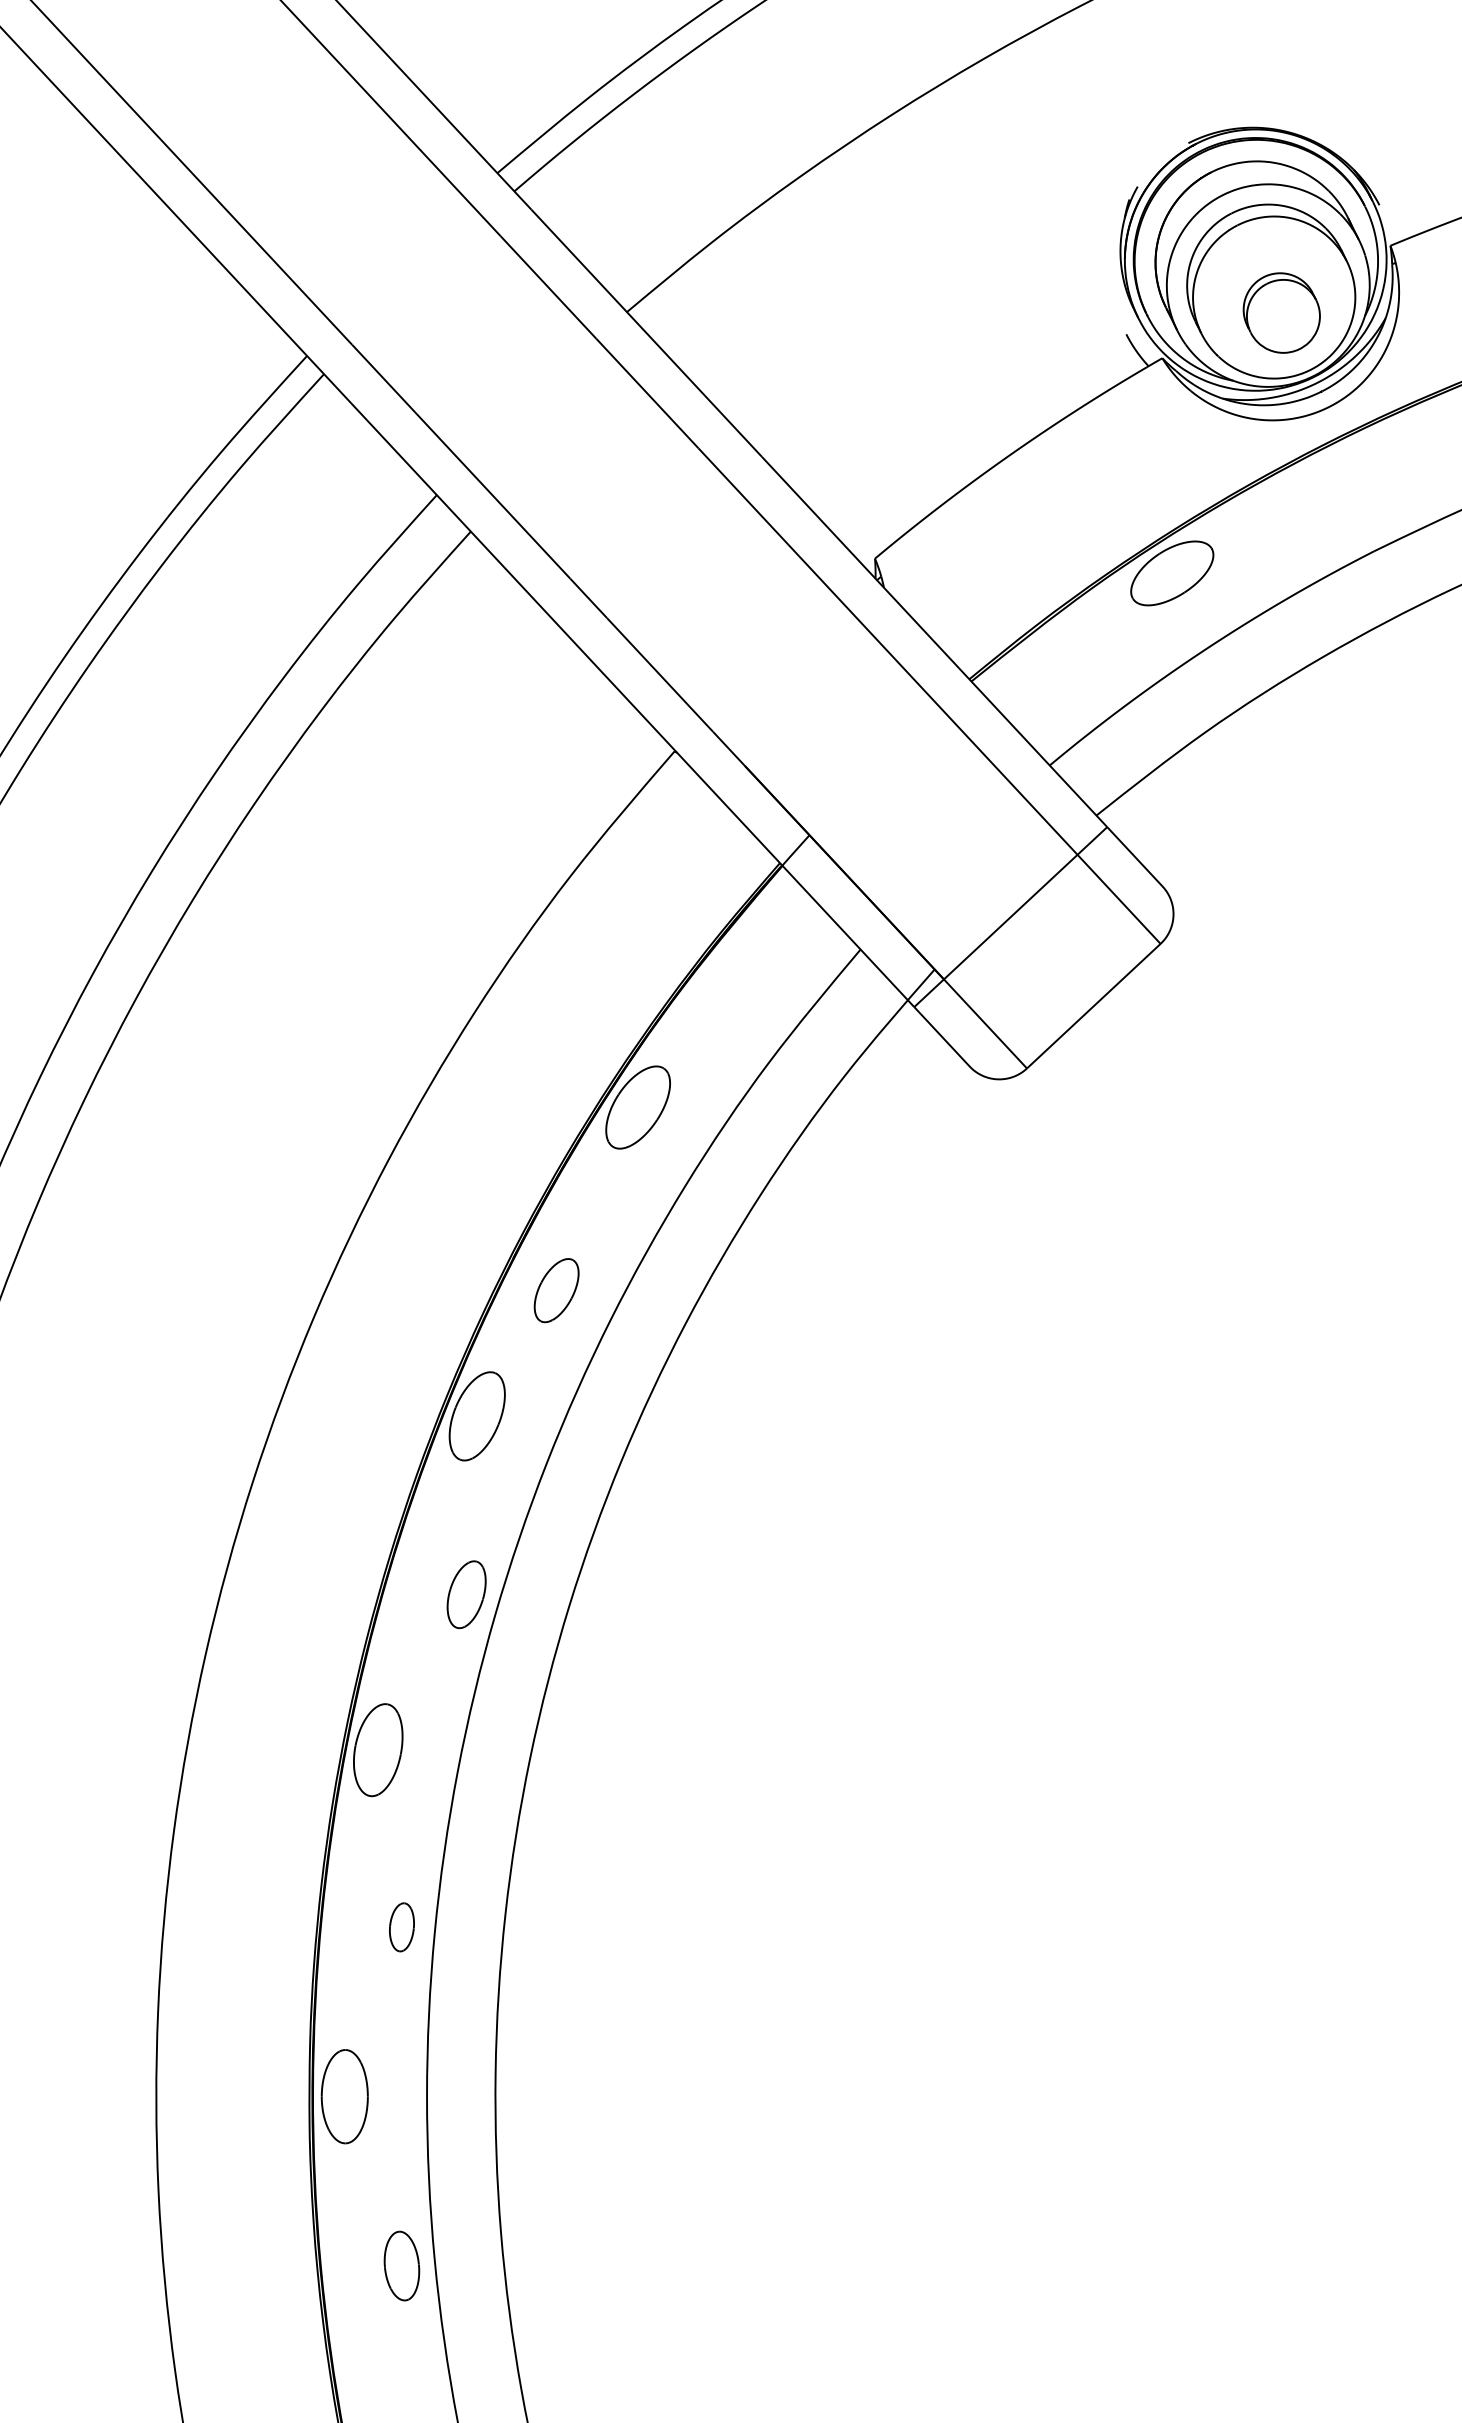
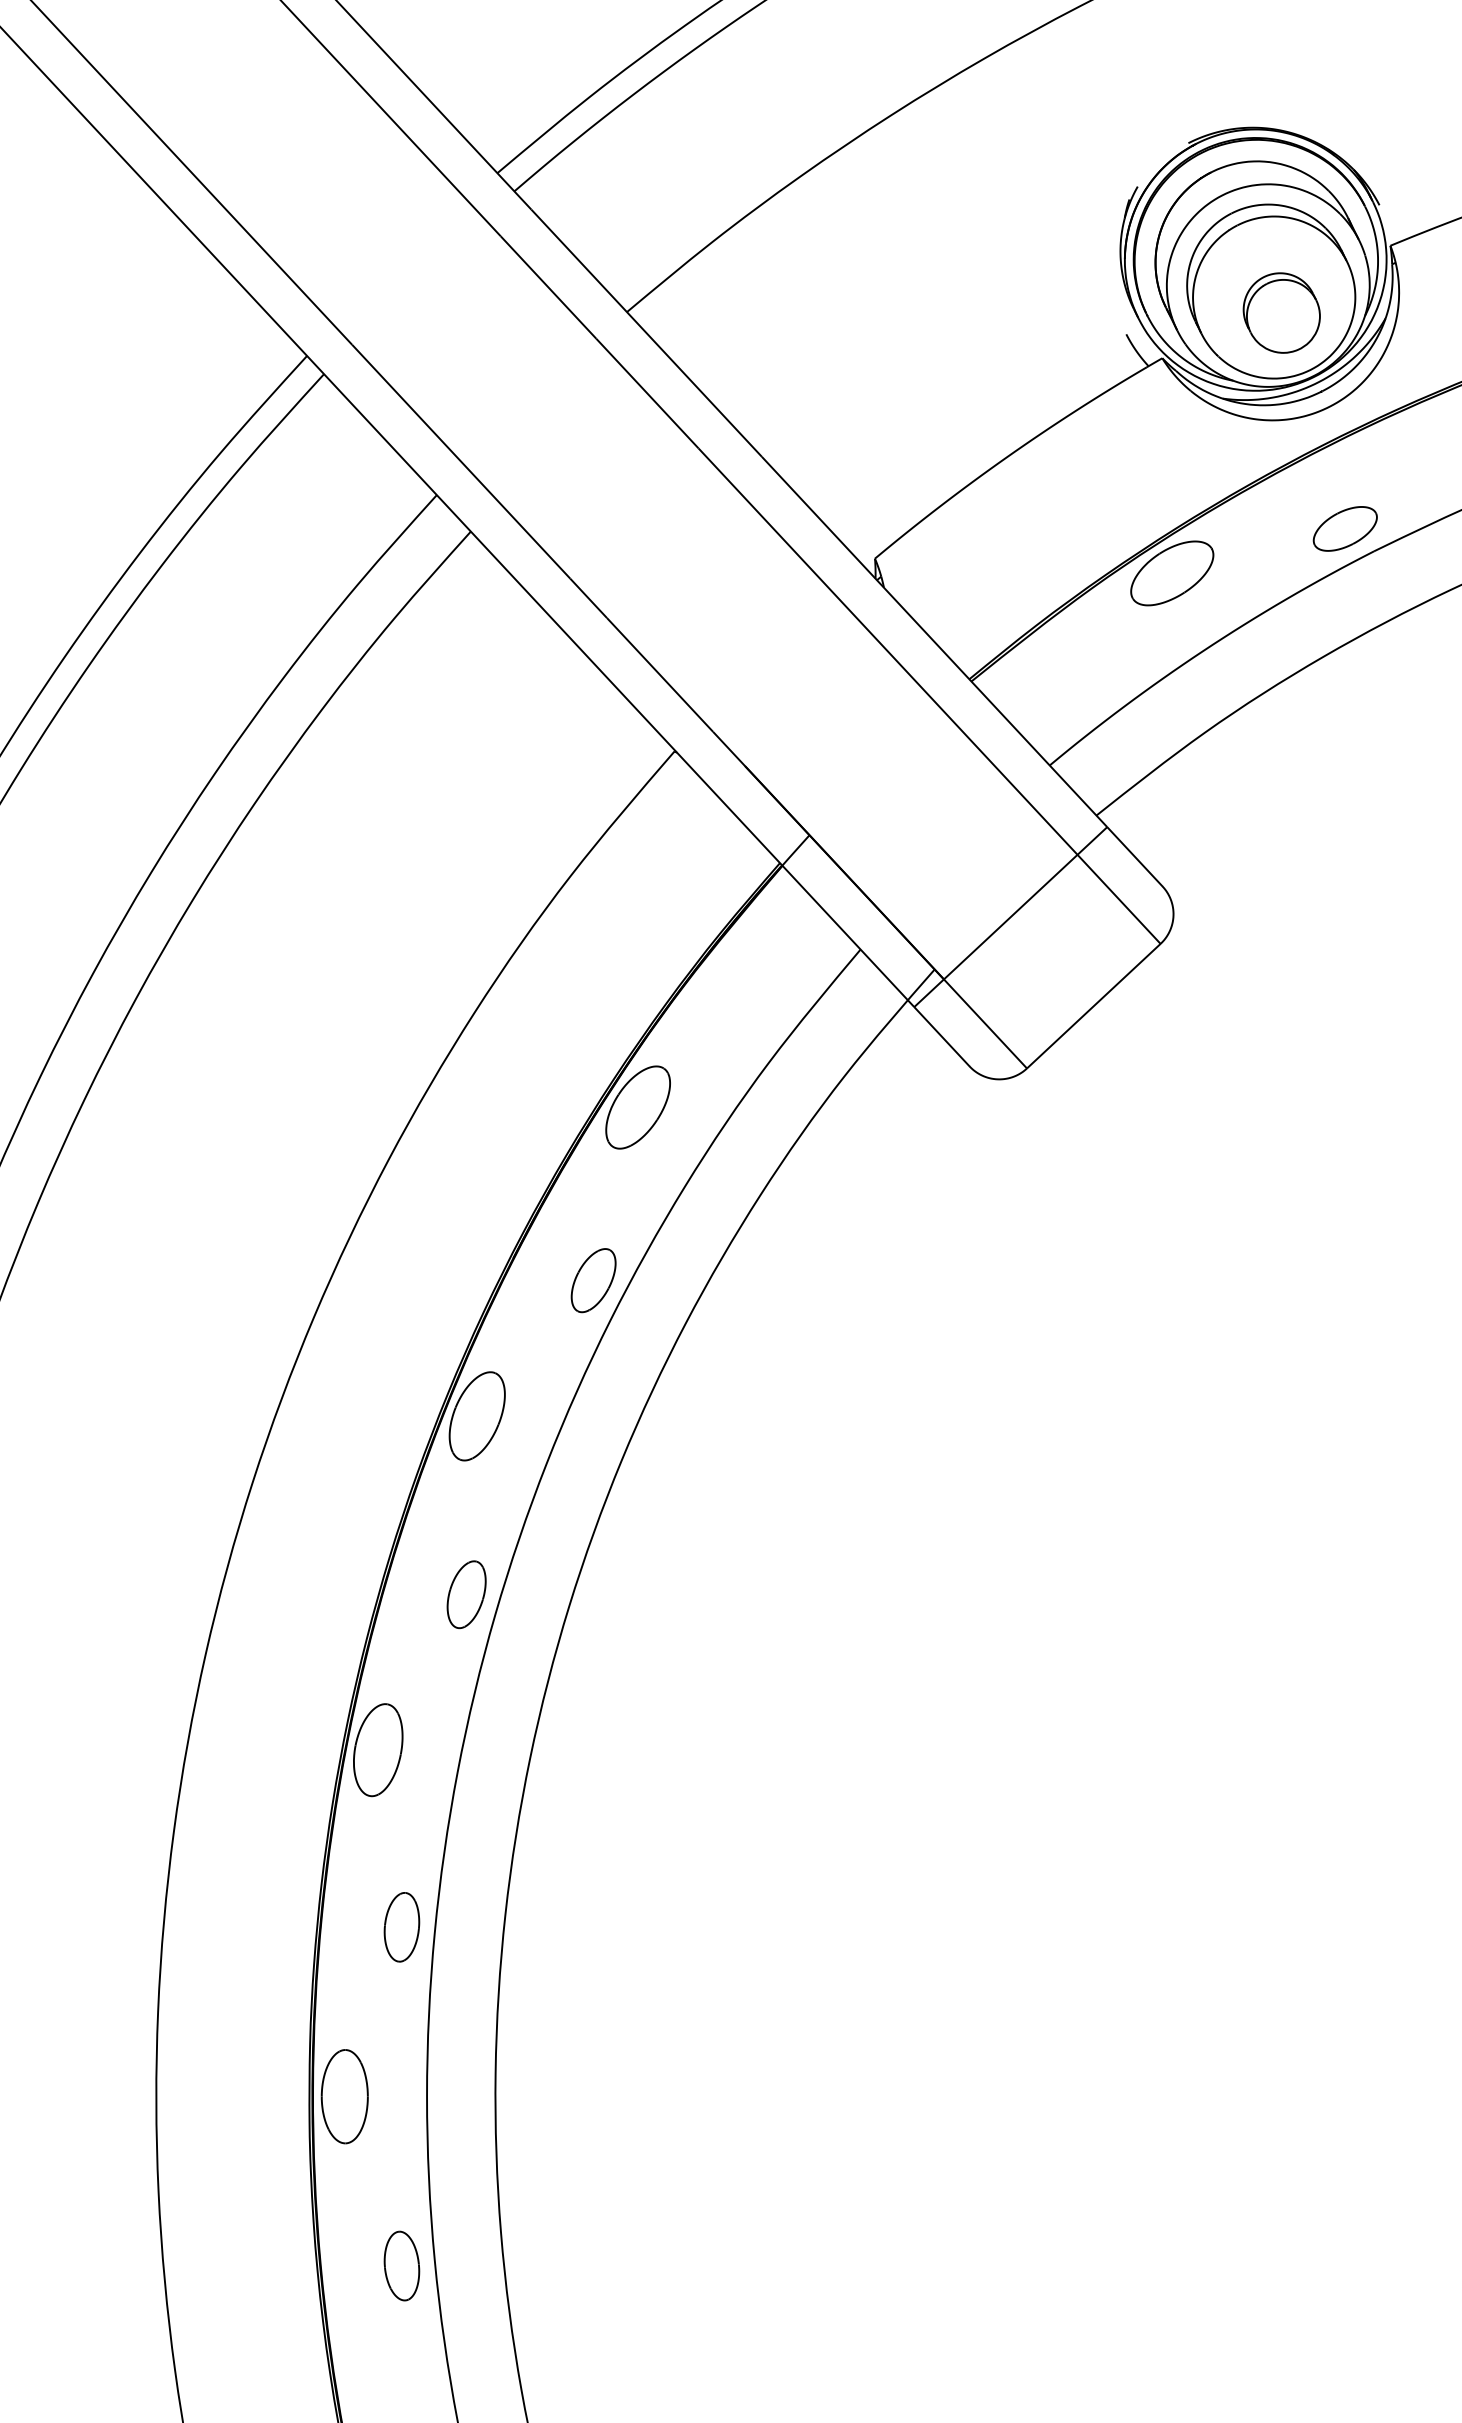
part at (1344, 528): none -> present
part at (556, 1290) position: (556, 1290) -> (593, 1280)
part at (401, 1927) size: 26x51 px -> 38x71 px
